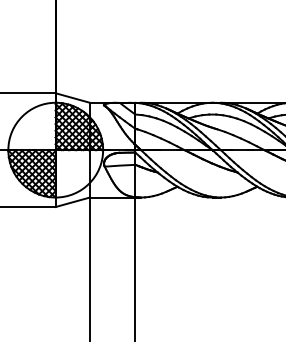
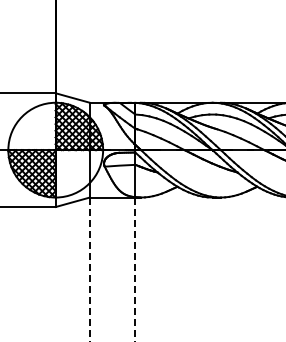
line at (89, 269): solid -> dashed
line at (135, 269): solid -> dashed
